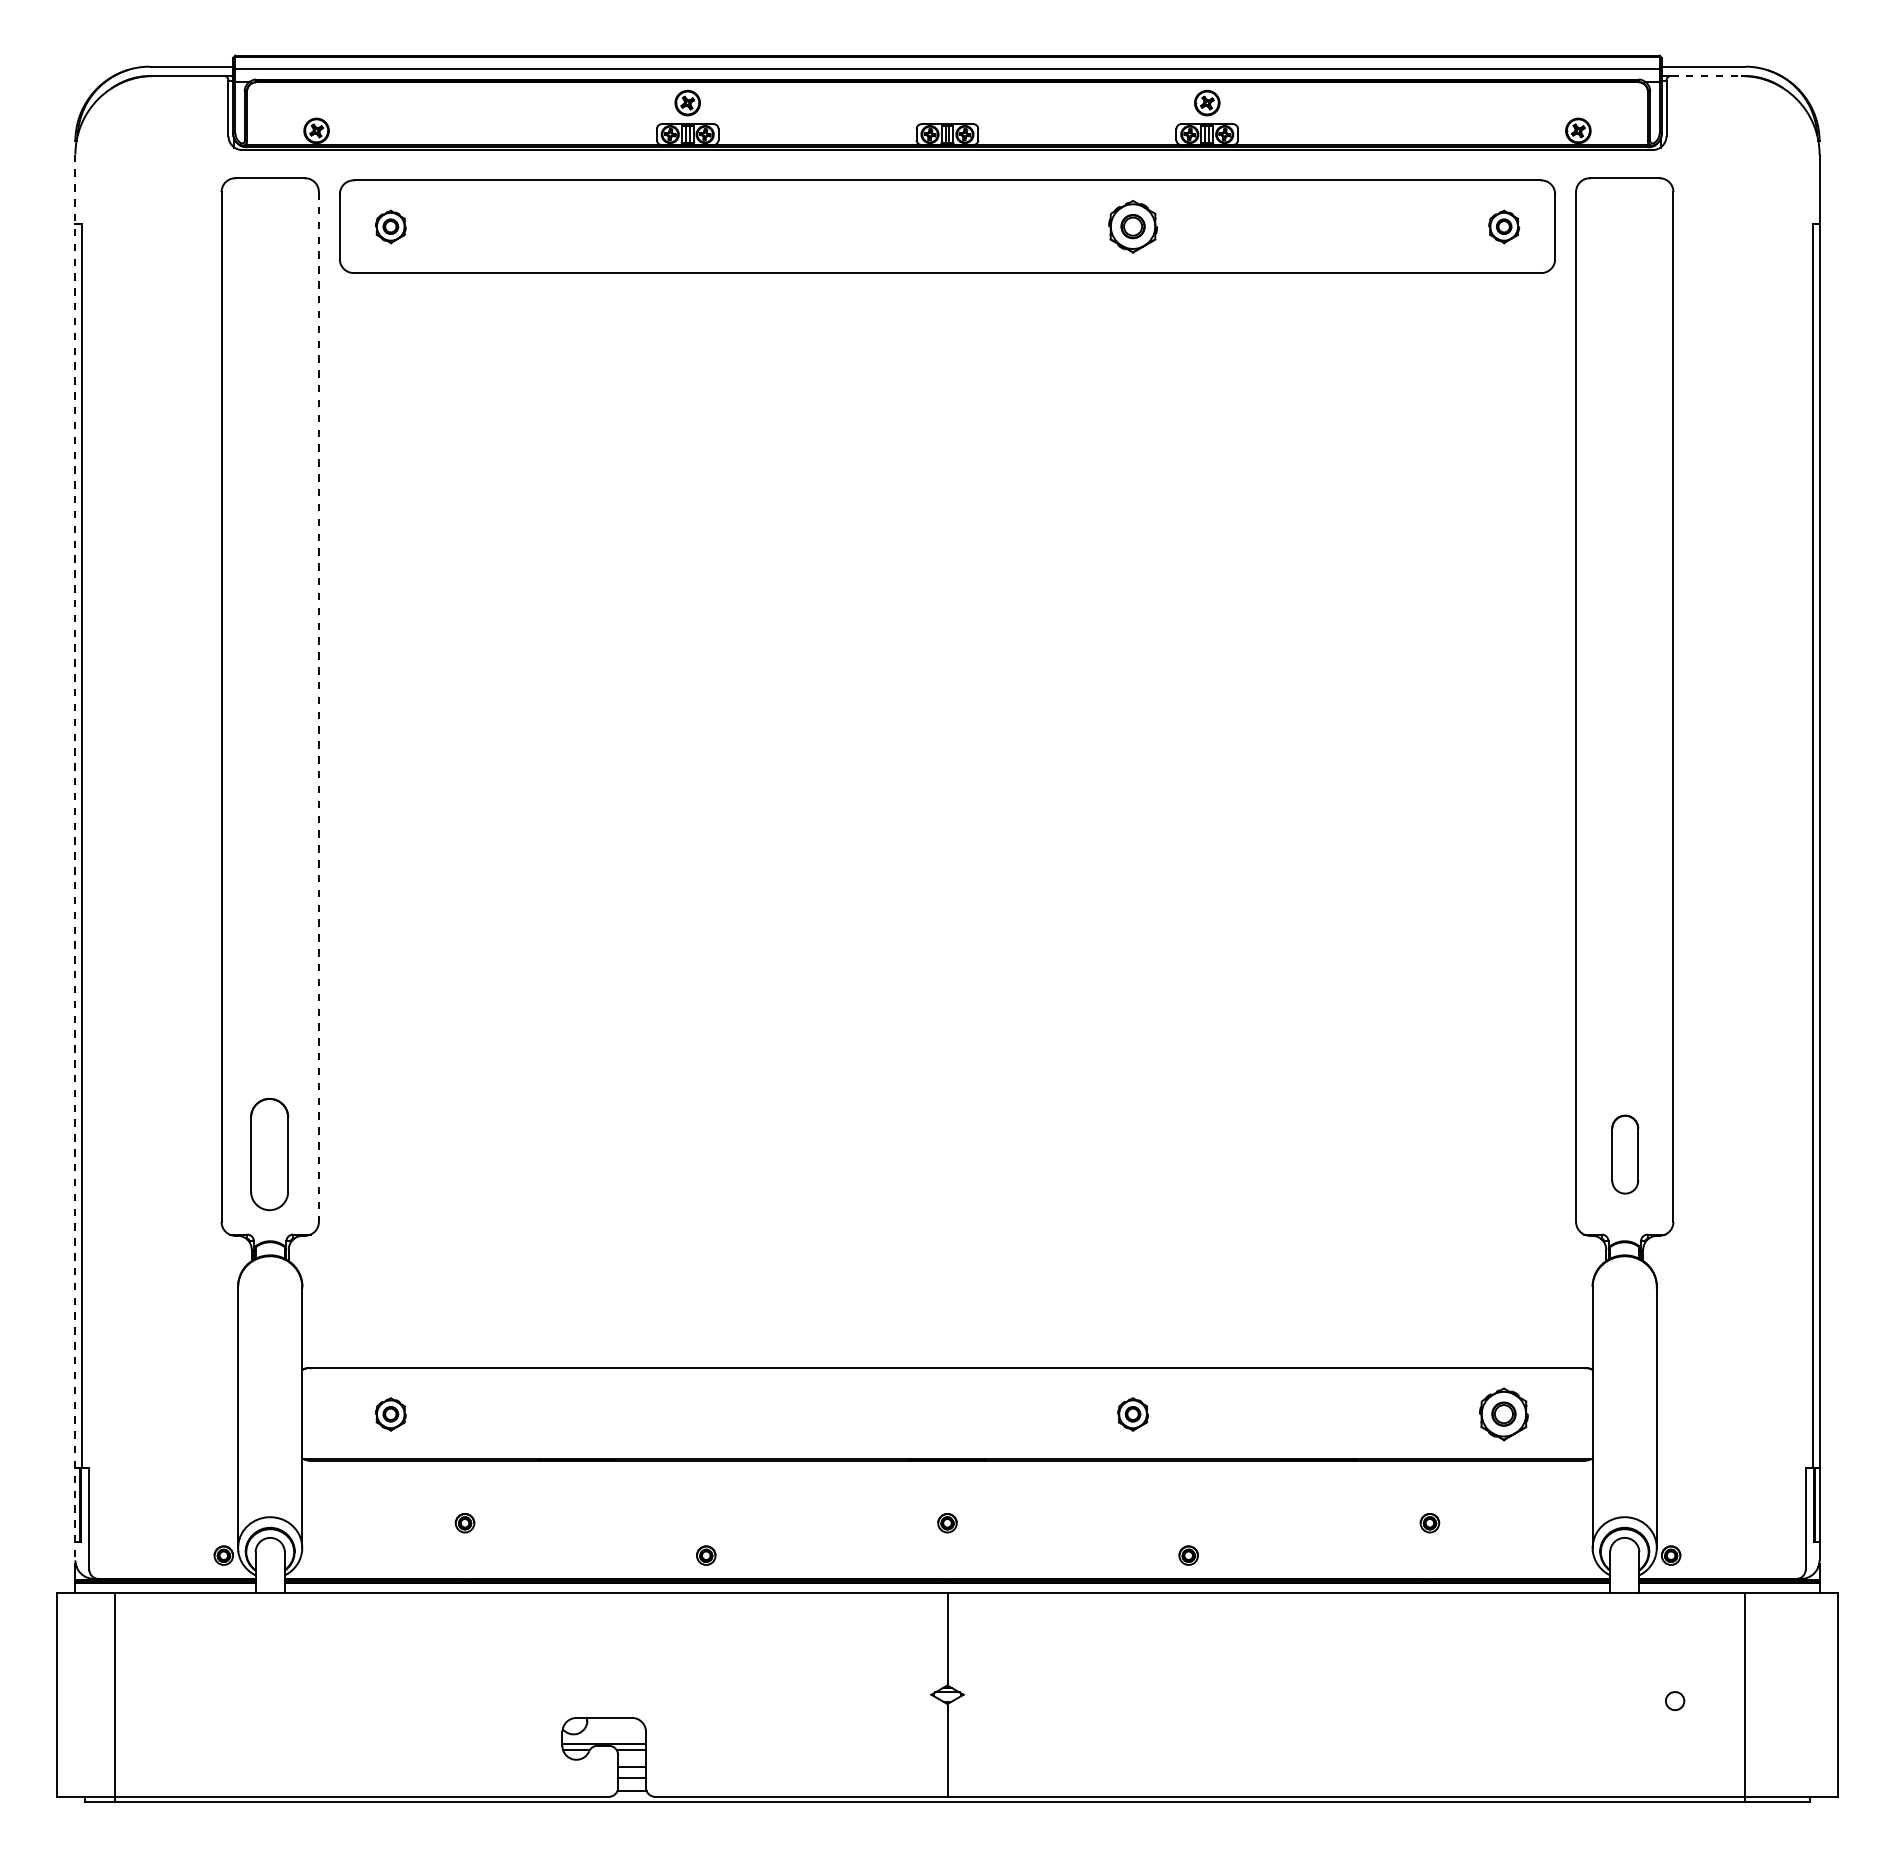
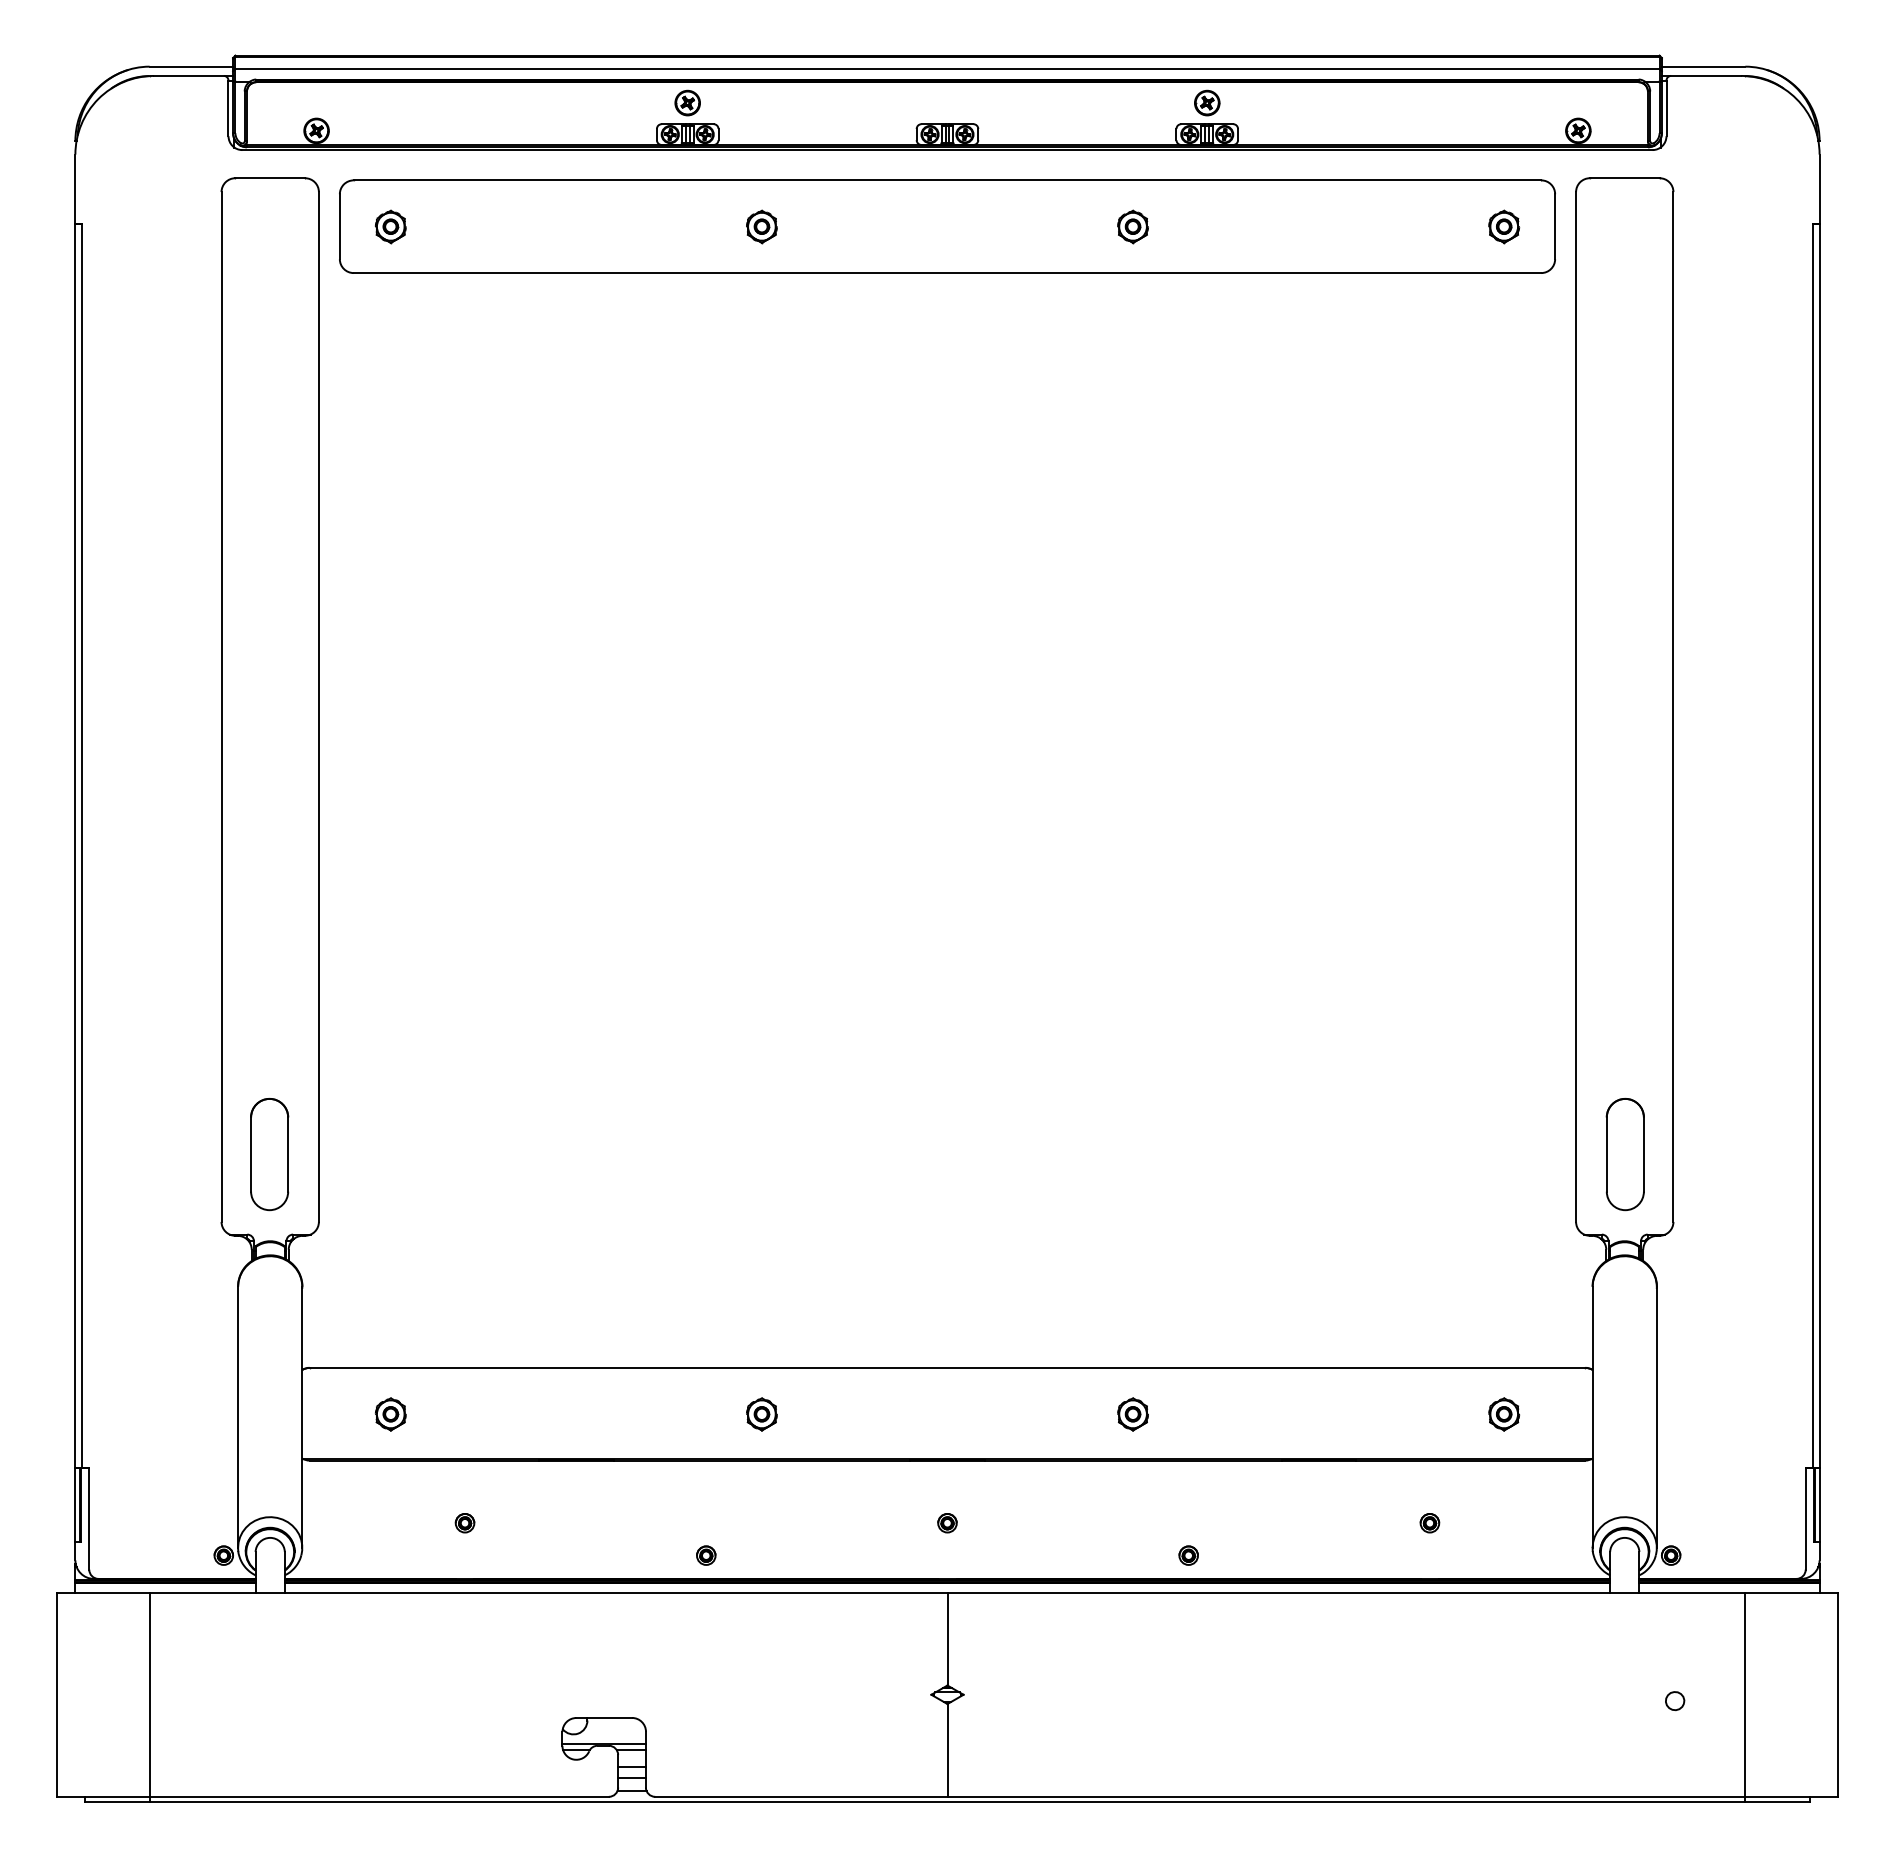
line at (1706, 75): dashed -> solid
part at (761, 226): none -> present
part at (1132, 226) size: 50x55 px -> 32x36 px
line at (318, 707): dashed -> solid
line at (75, 857): dashed -> solid
part at (1625, 1154) size: 29x81 px -> 40x114 px
part at (761, 1414): none -> present
part at (1503, 1414) size: 50x55 px -> 33x35 px
line at (114, 1697) position: (114, 1697) -> (149, 1697)
